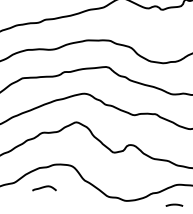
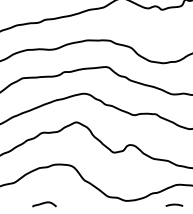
curve at (44, 187) position: (44, 187) -> (44, 203)
